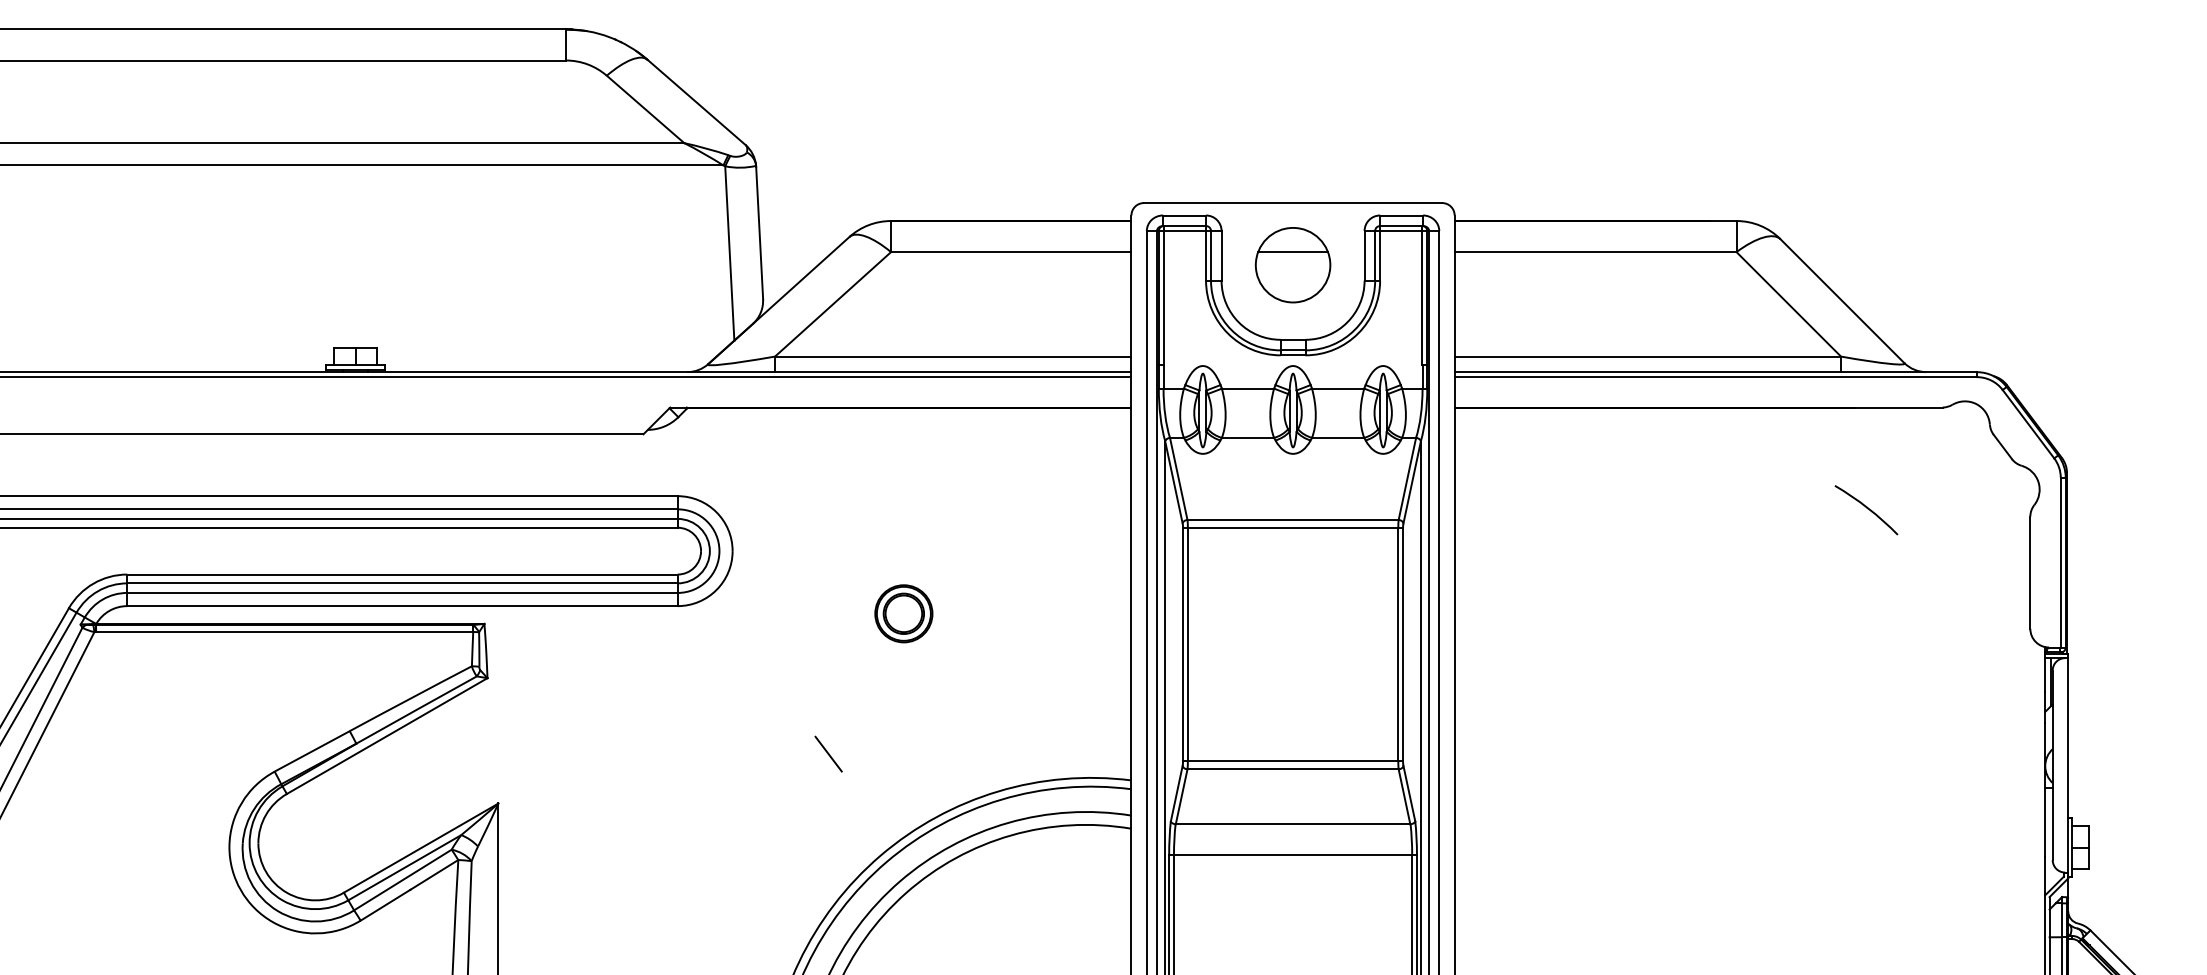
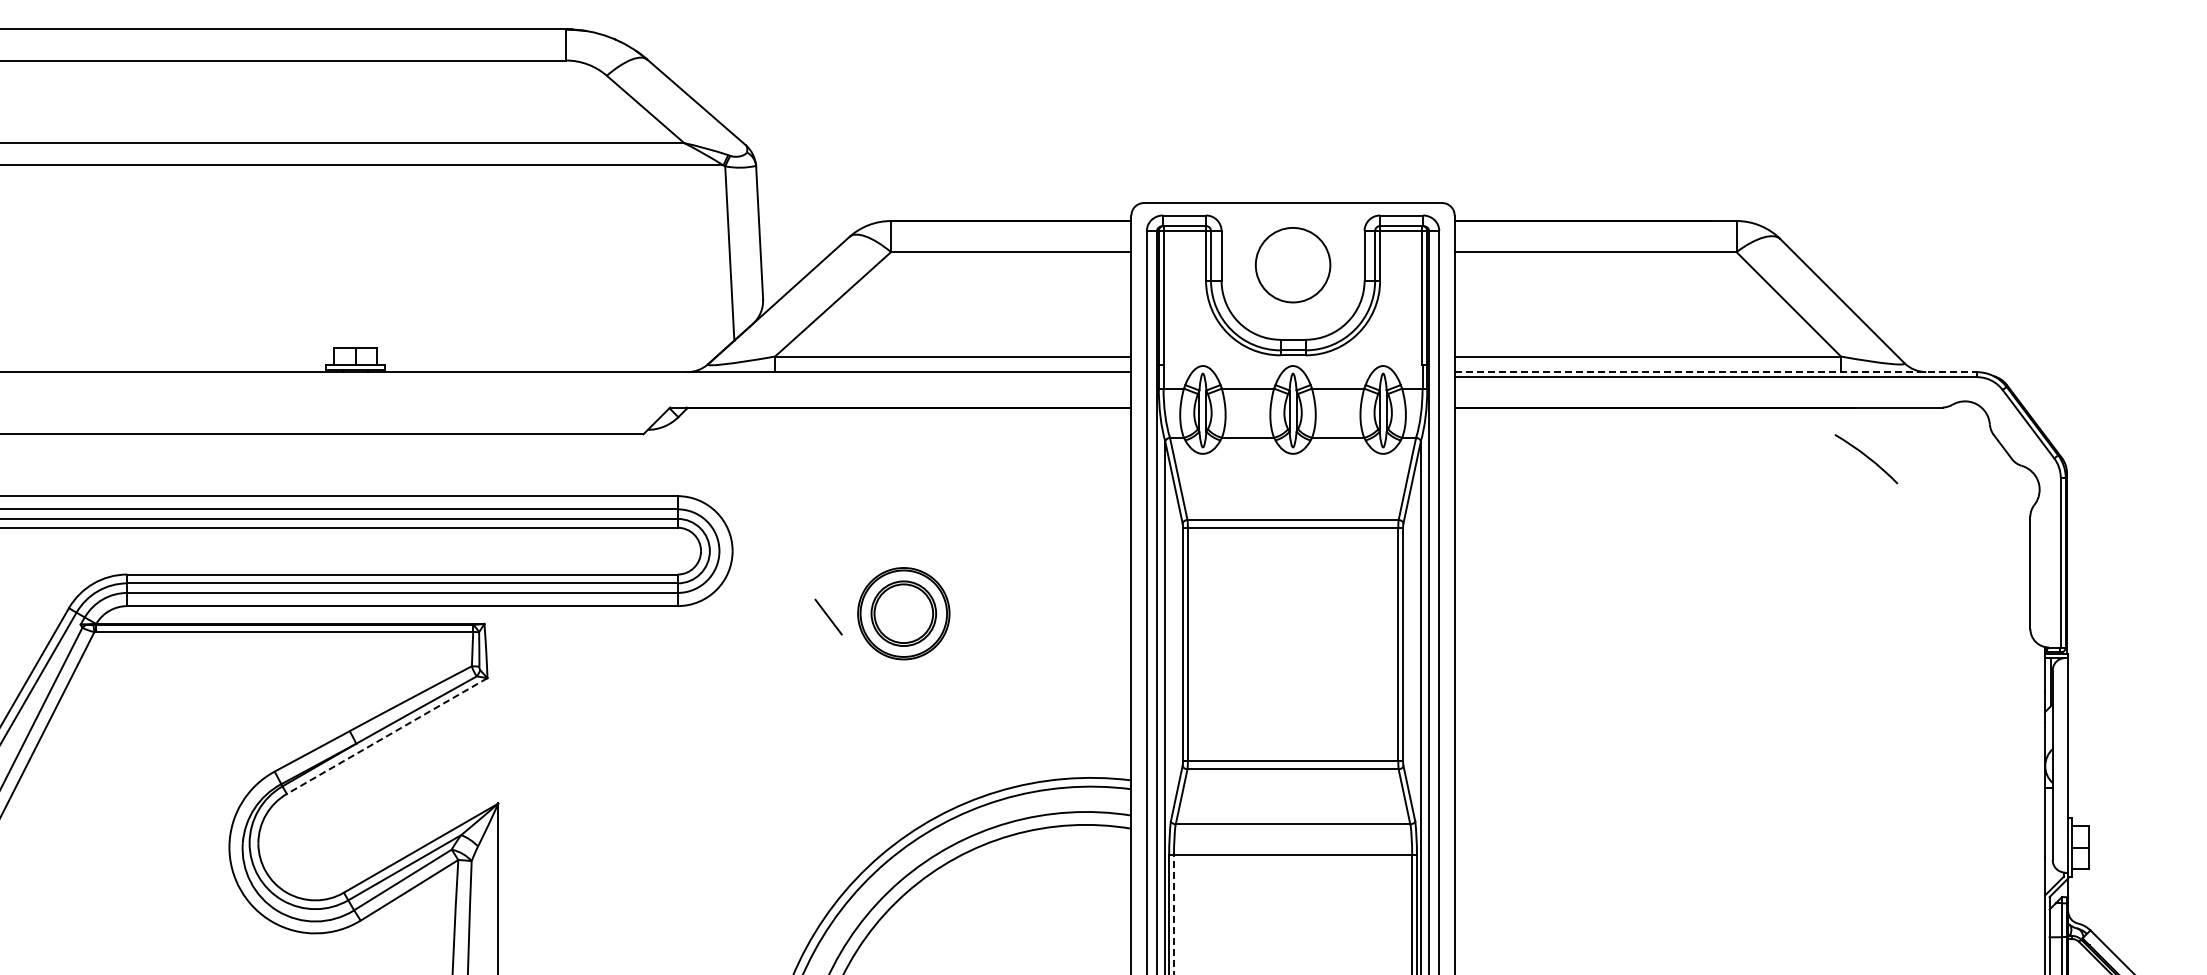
line at (1293, 252): present -> none
line at (1716, 372): solid -> dashed
line at (566, 377): present -> none
arc at (1867, 509) position: (1867, 509) -> (1867, 458)
part at (903, 613) size: 60x60 px -> 94x94 px
line at (387, 736): solid -> dashed
line at (828, 753) position: (828, 753) -> (828, 616)
line at (1174, 914): solid -> dashed
